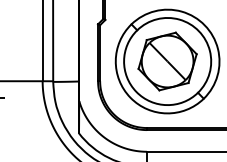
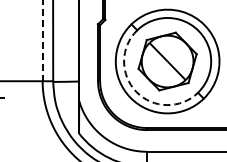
line at (42, 41): solid -> dashed
arc at (136, 91): solid -> dashed
